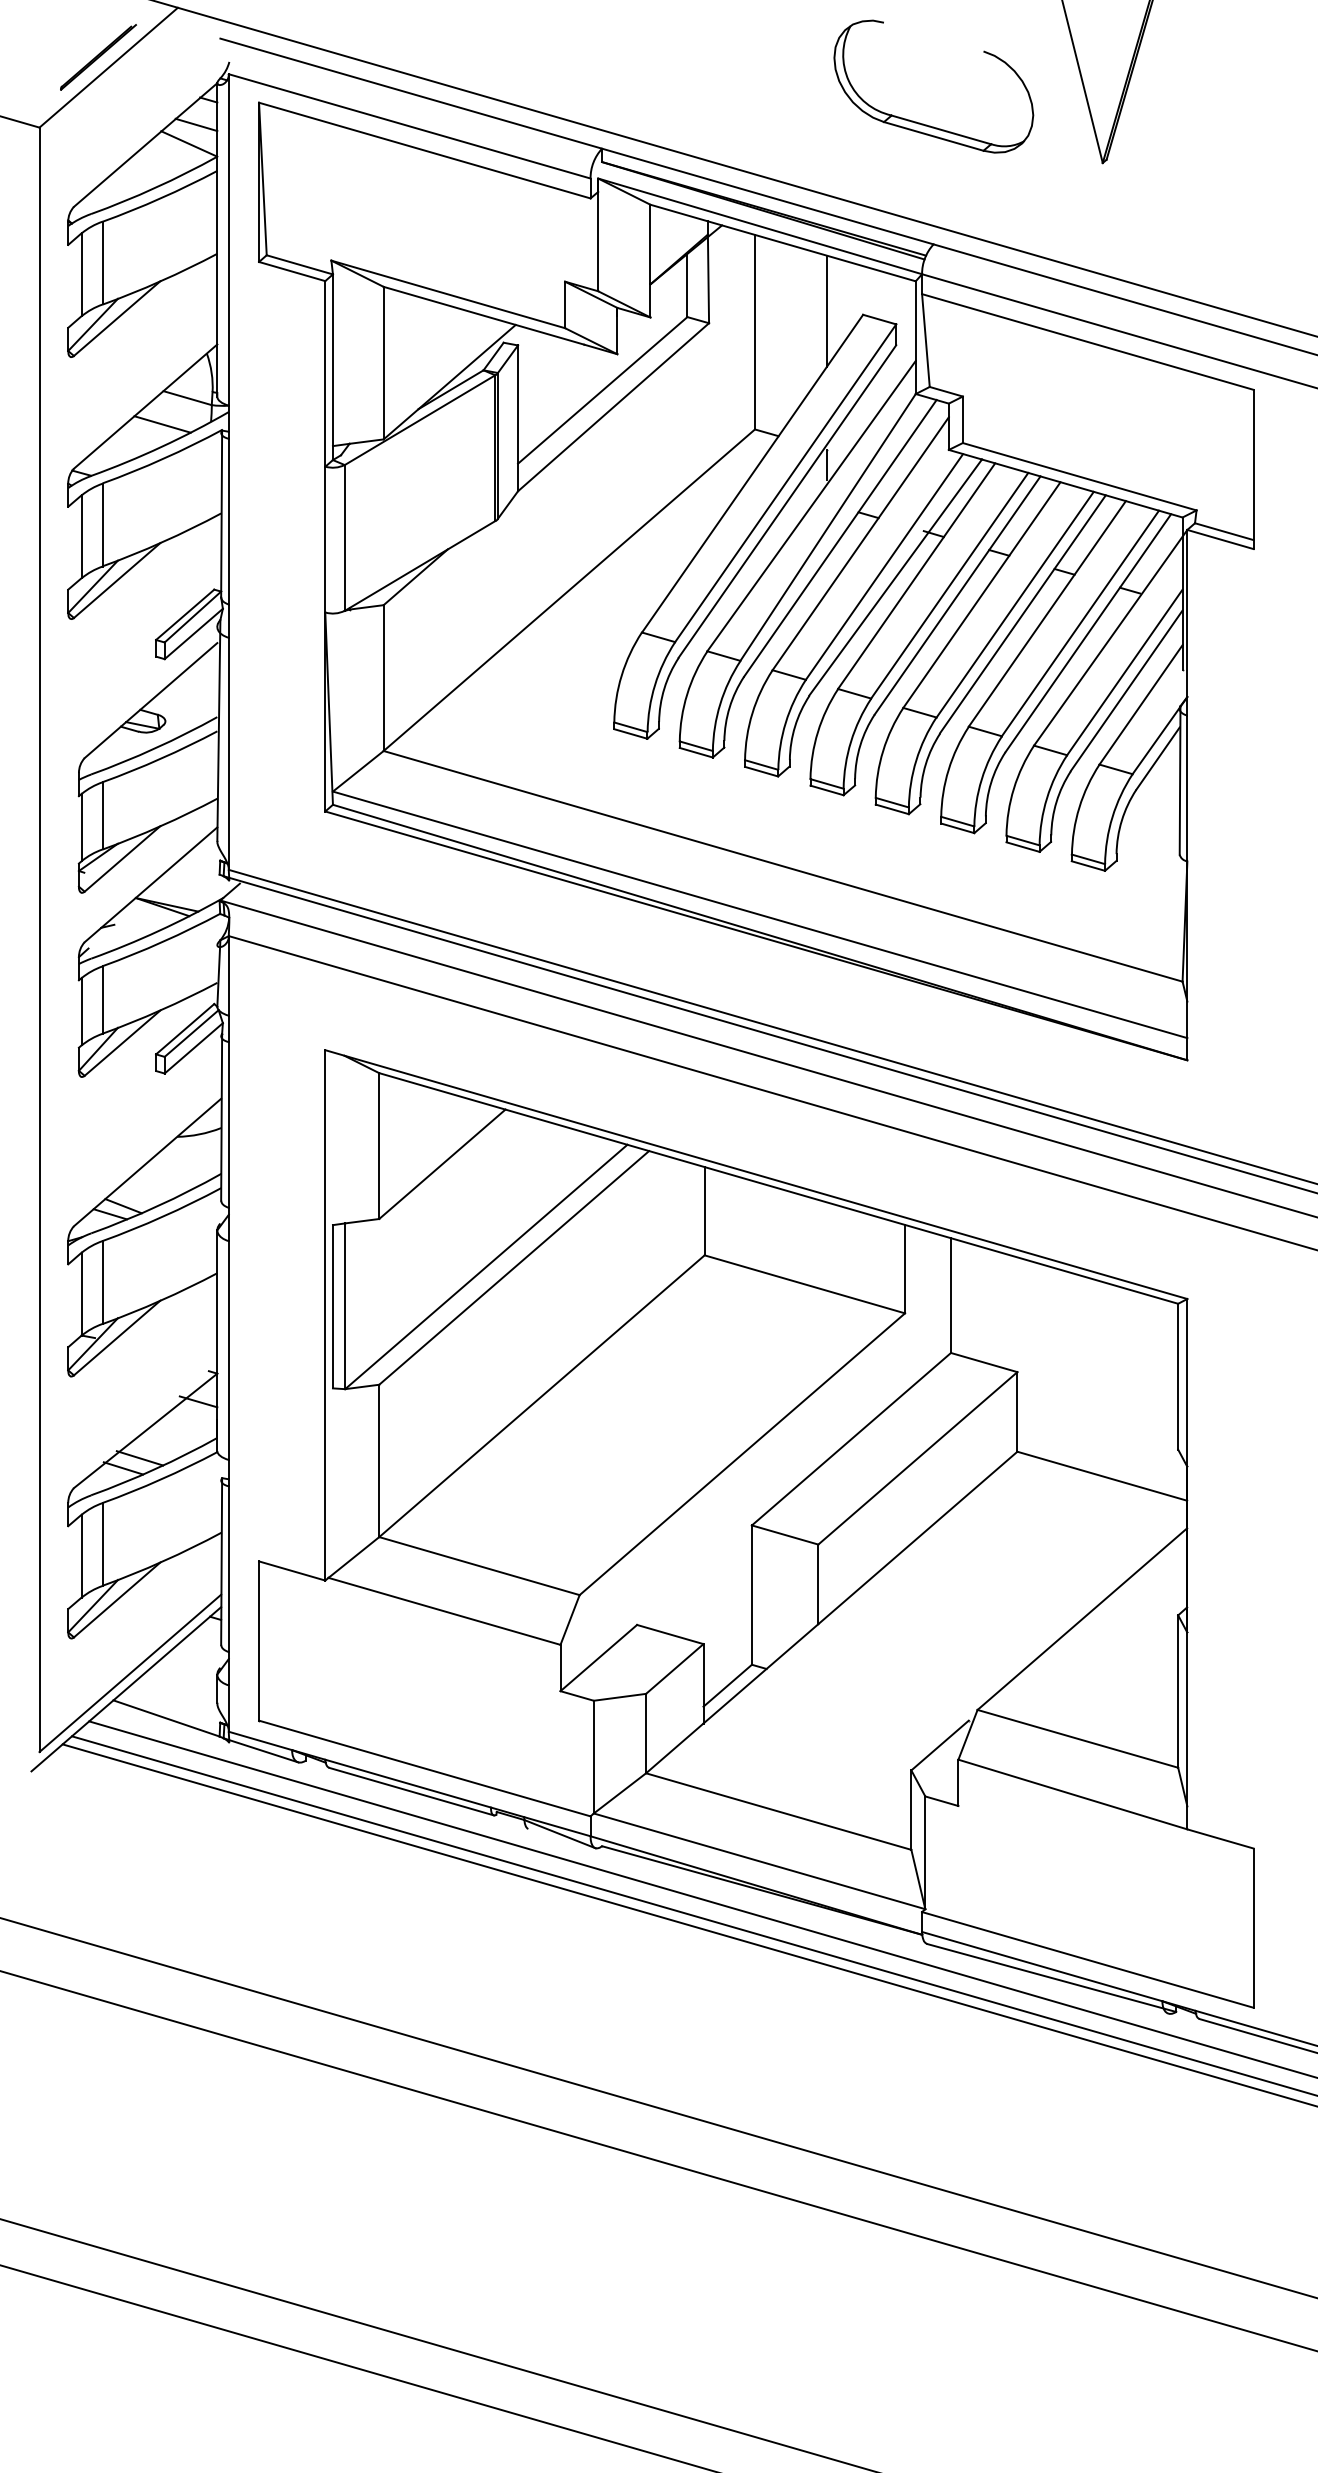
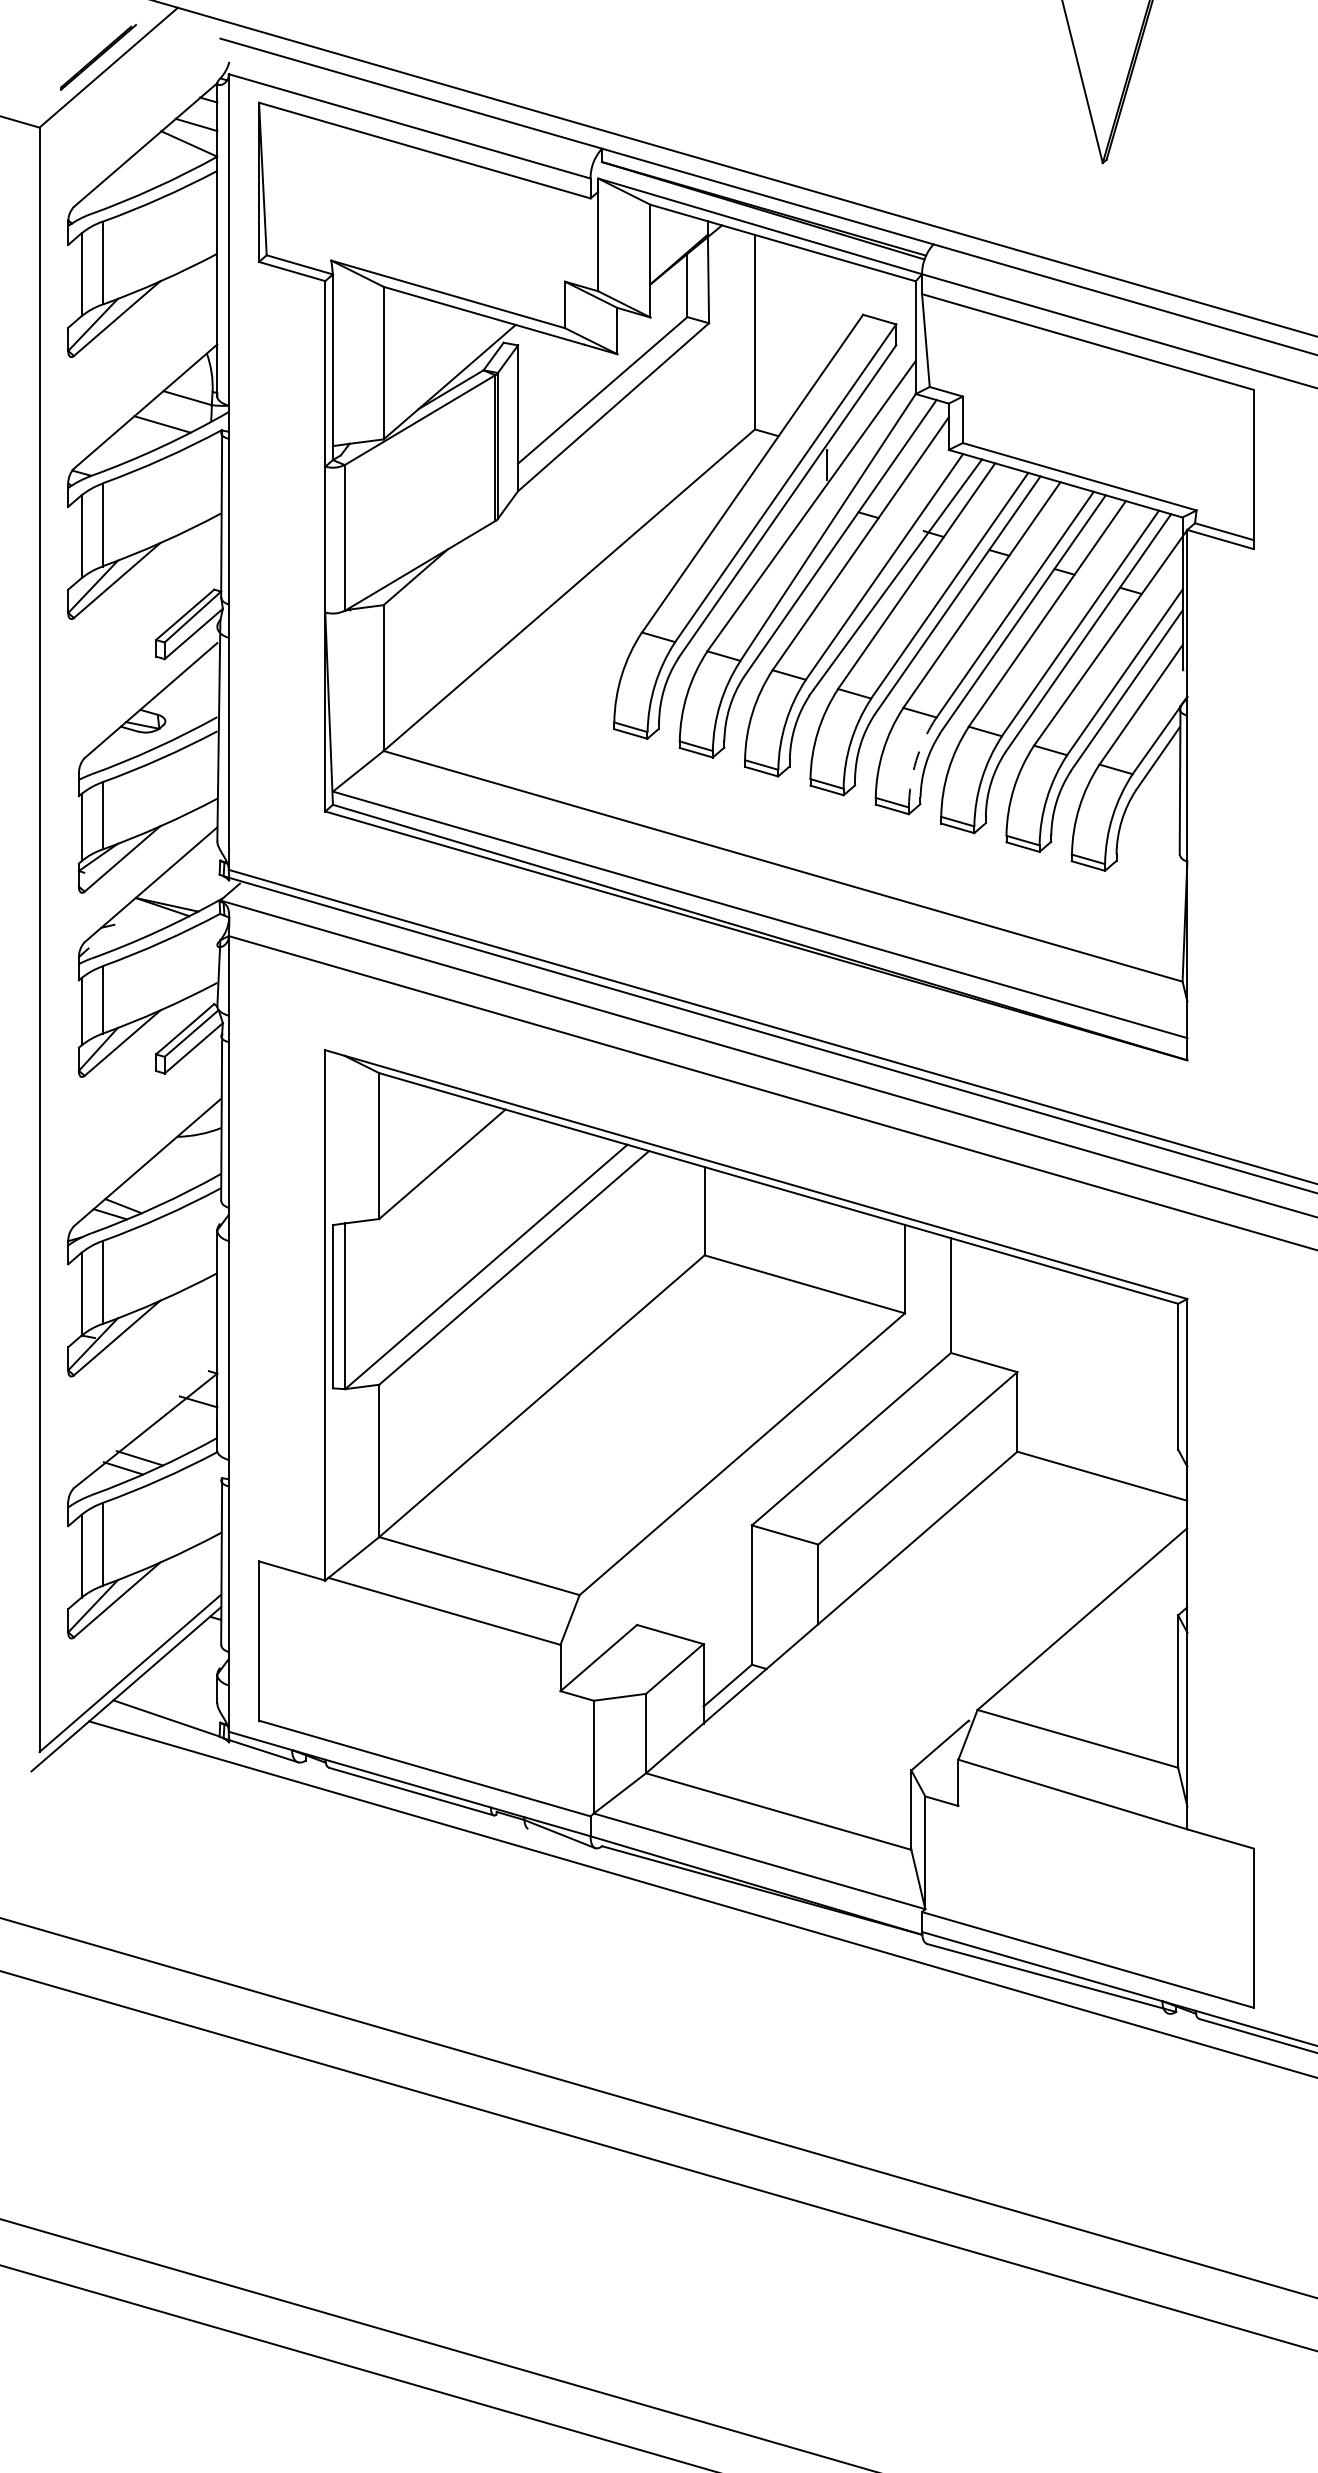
part at (920, 122): present -> none
line at (826, 311): present -> none
arc at (916, 760): solid -> dashed
line at (693, 1915): present -> none
line at (688, 1924): present -> none
